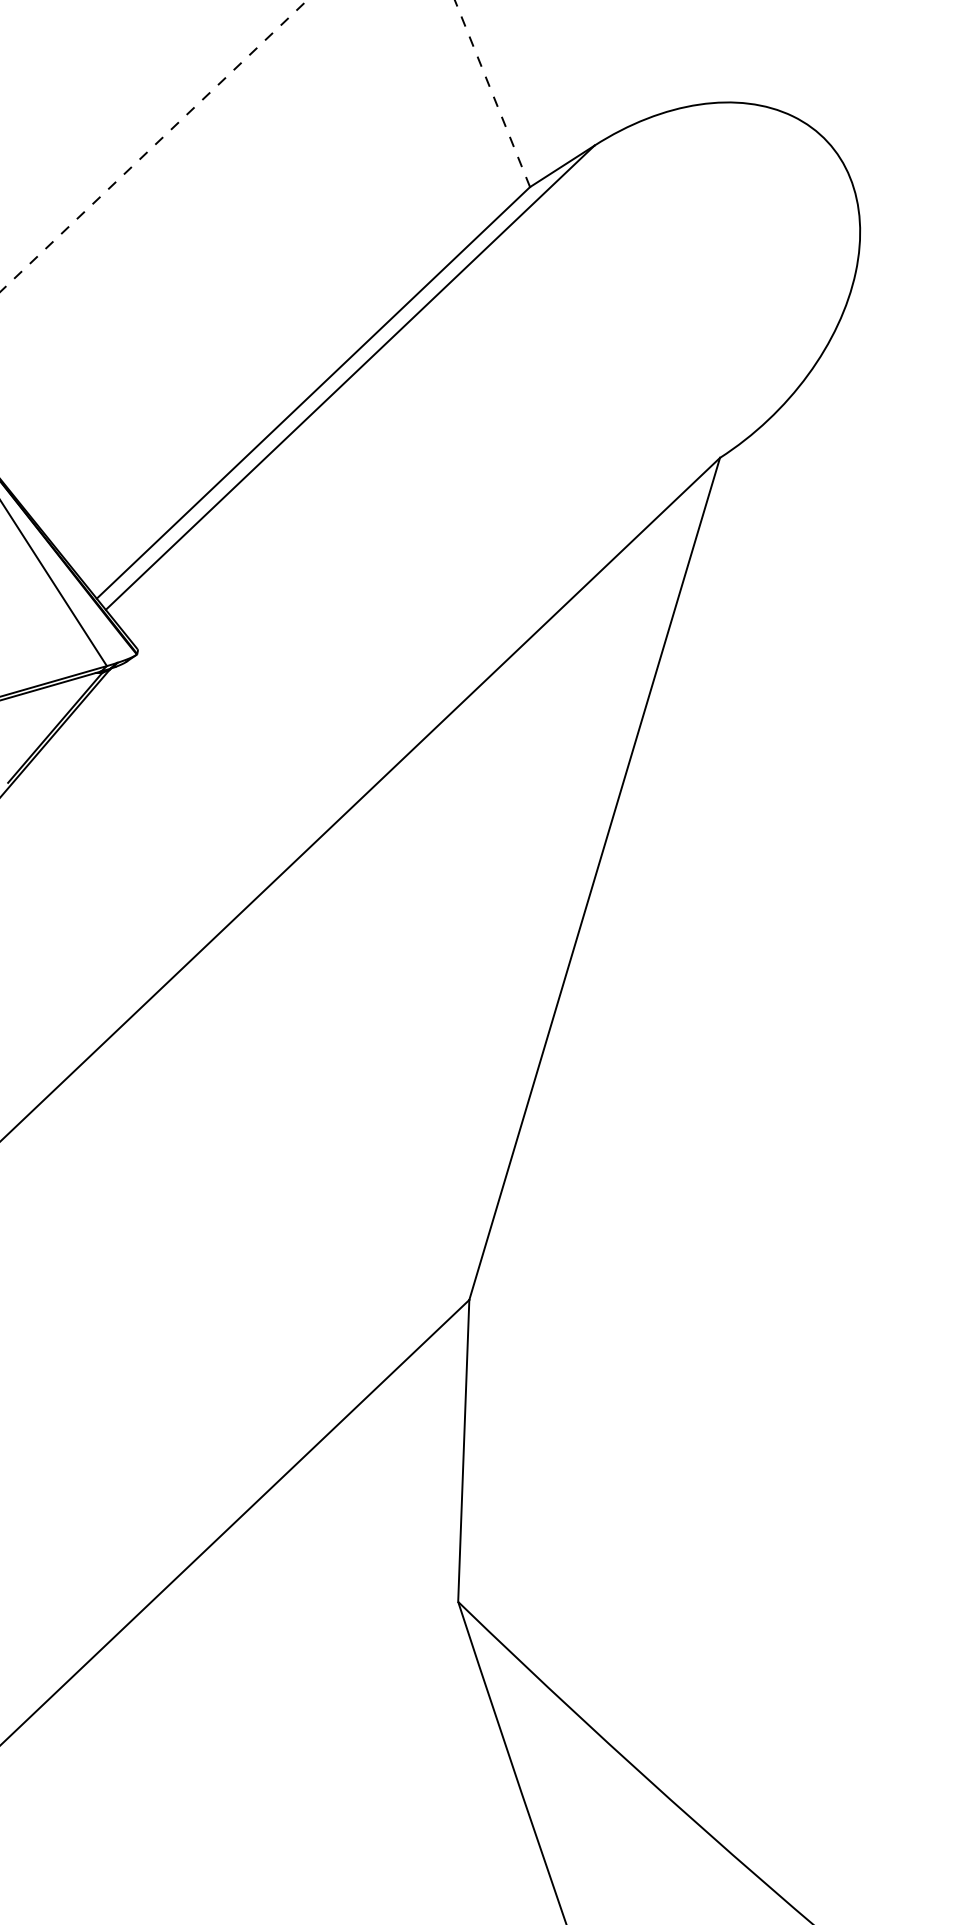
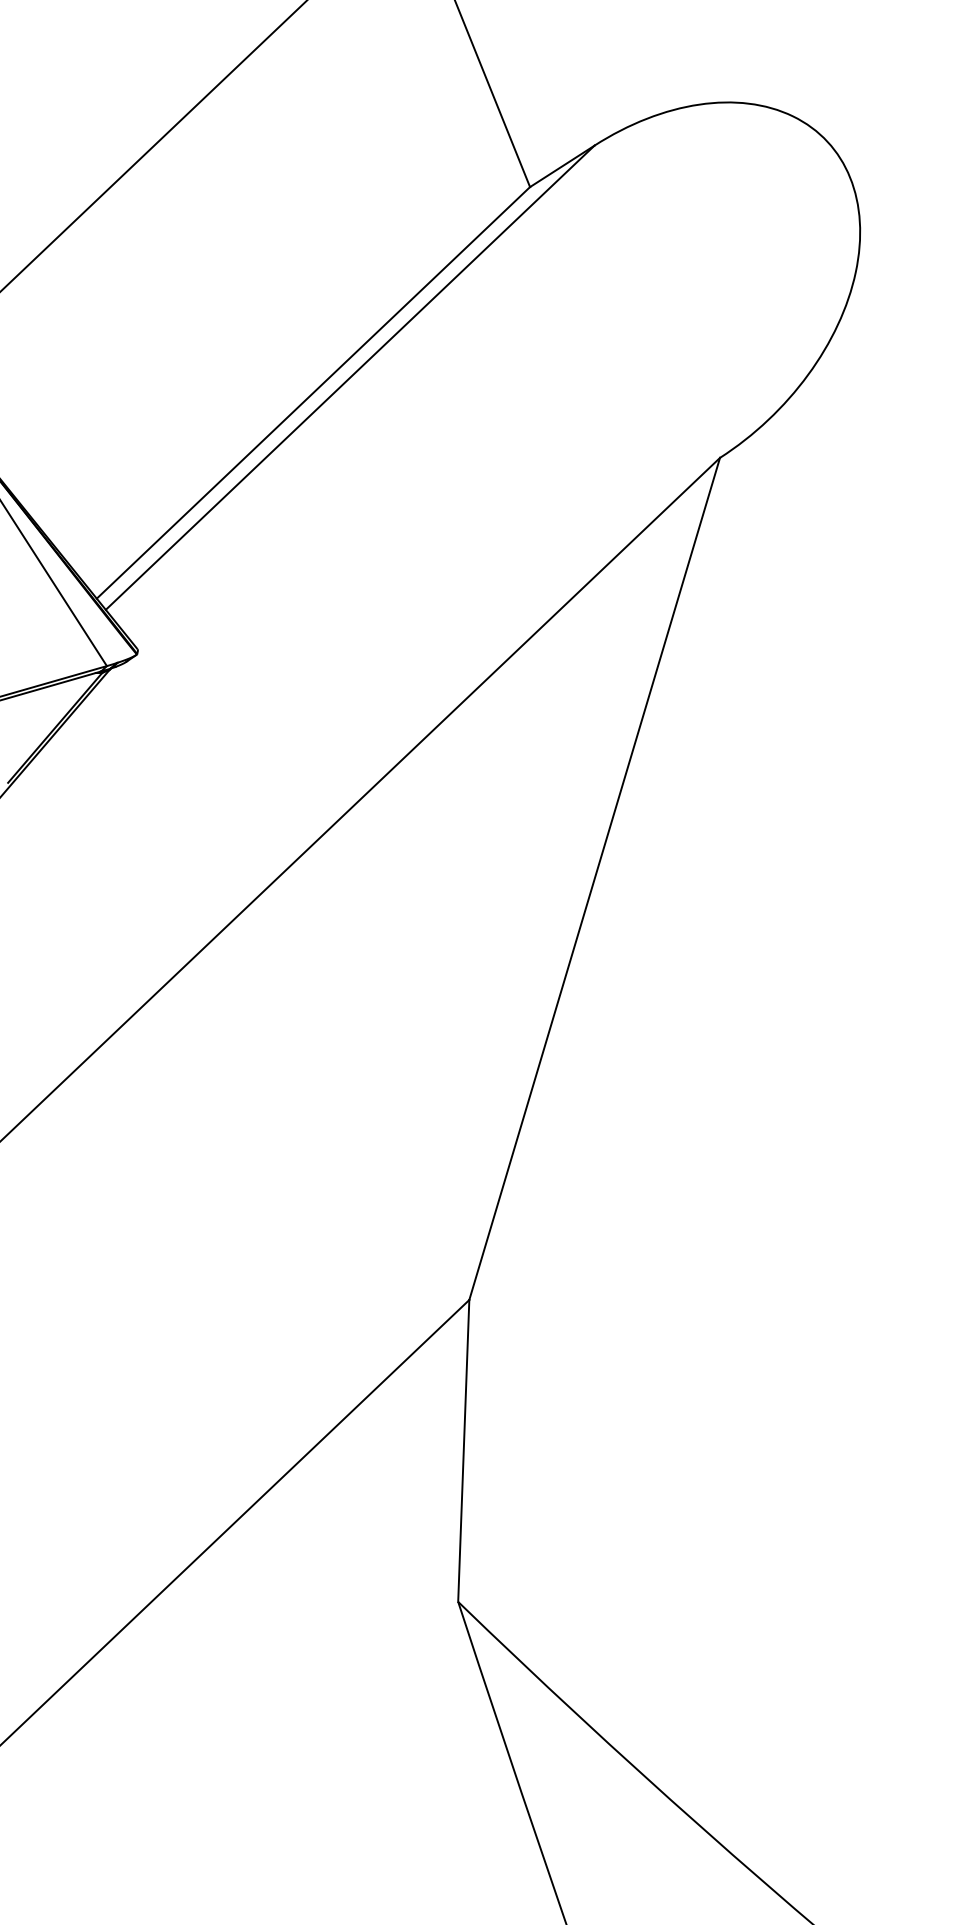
line at (492, 93): dashed -> solid
line at (153, 146): dashed -> solid
